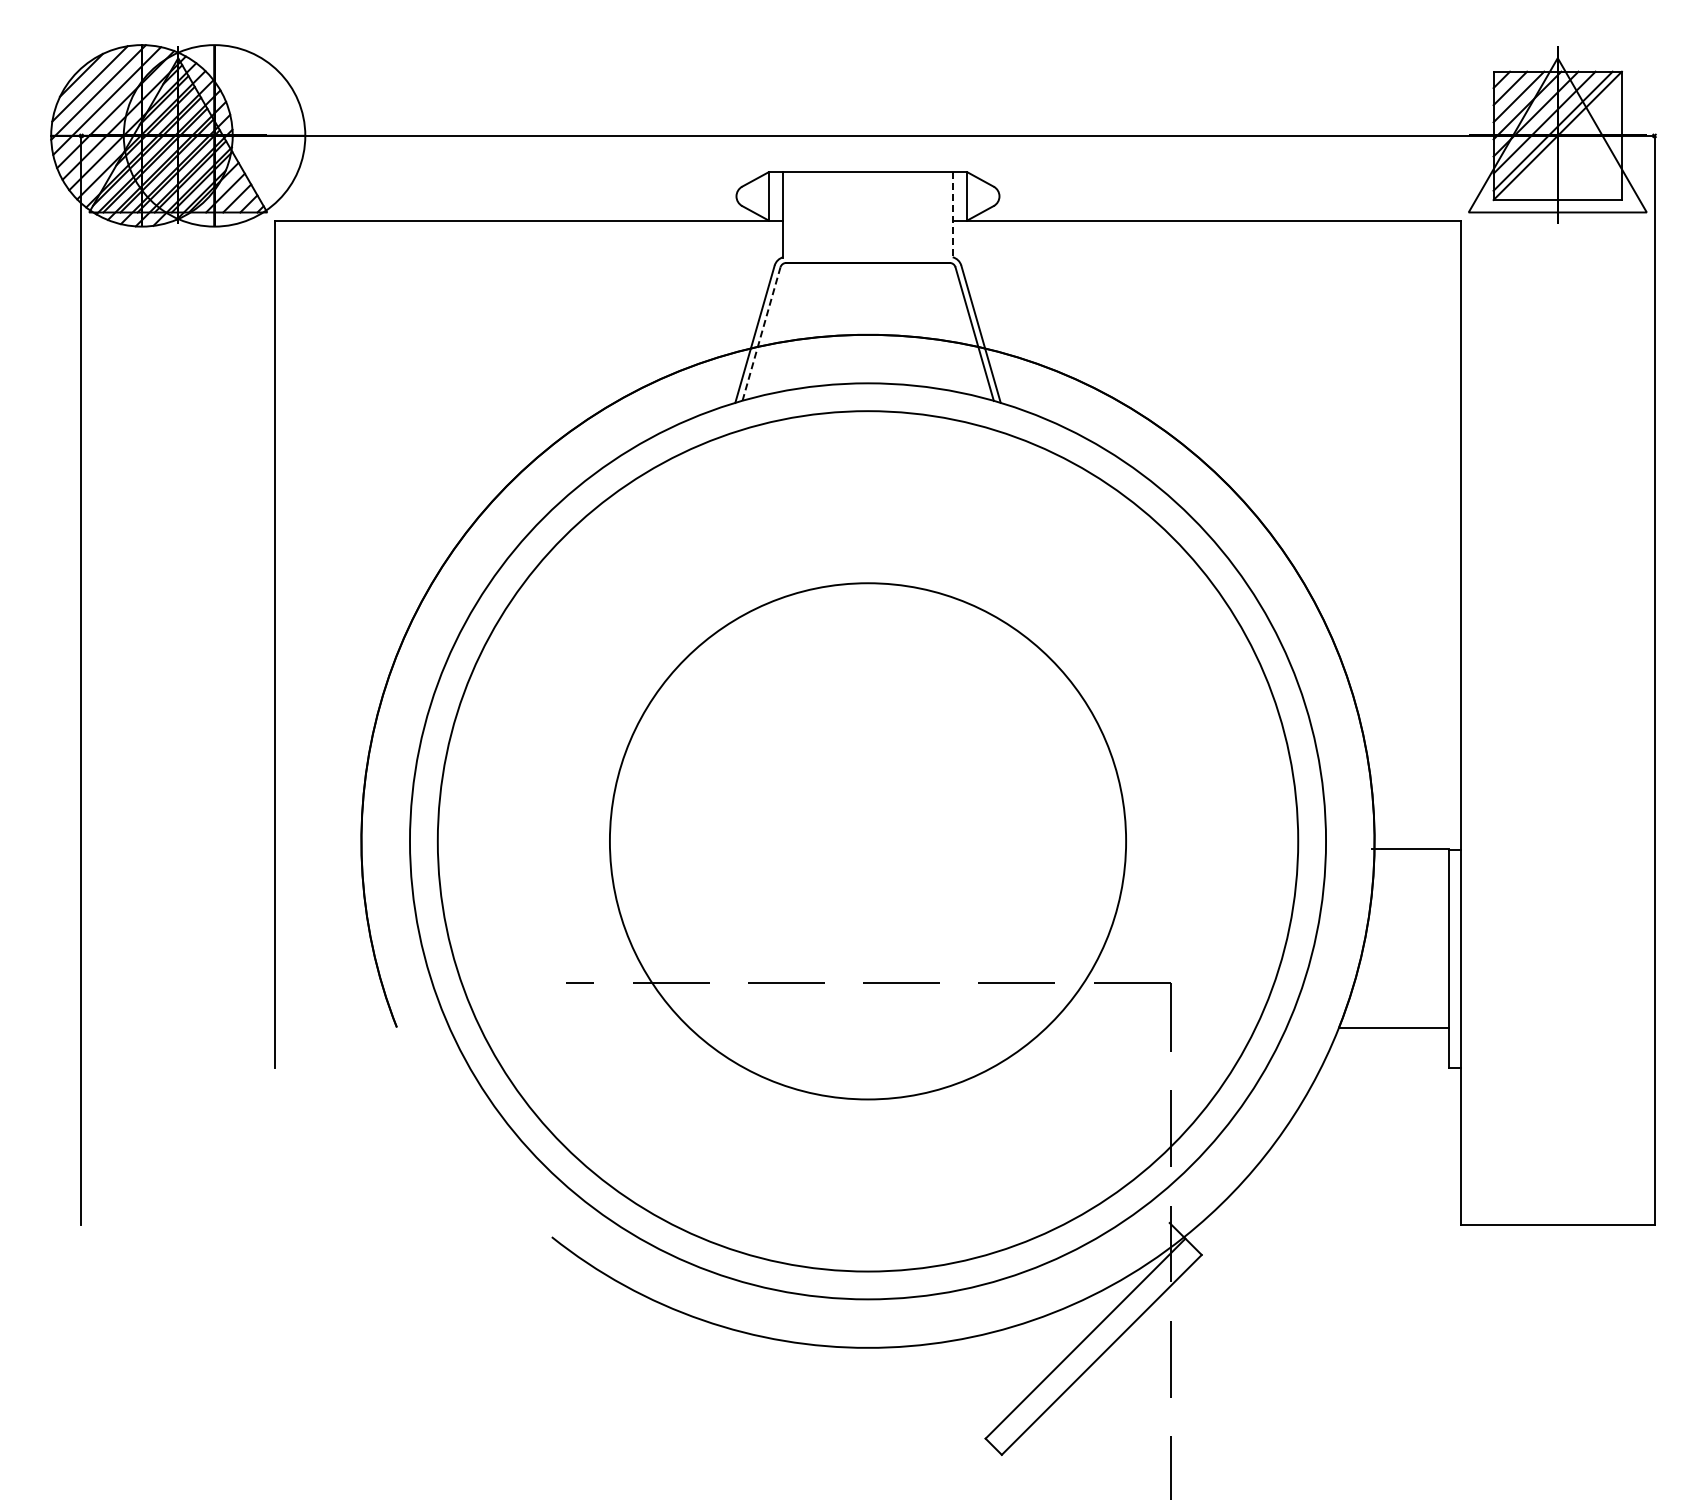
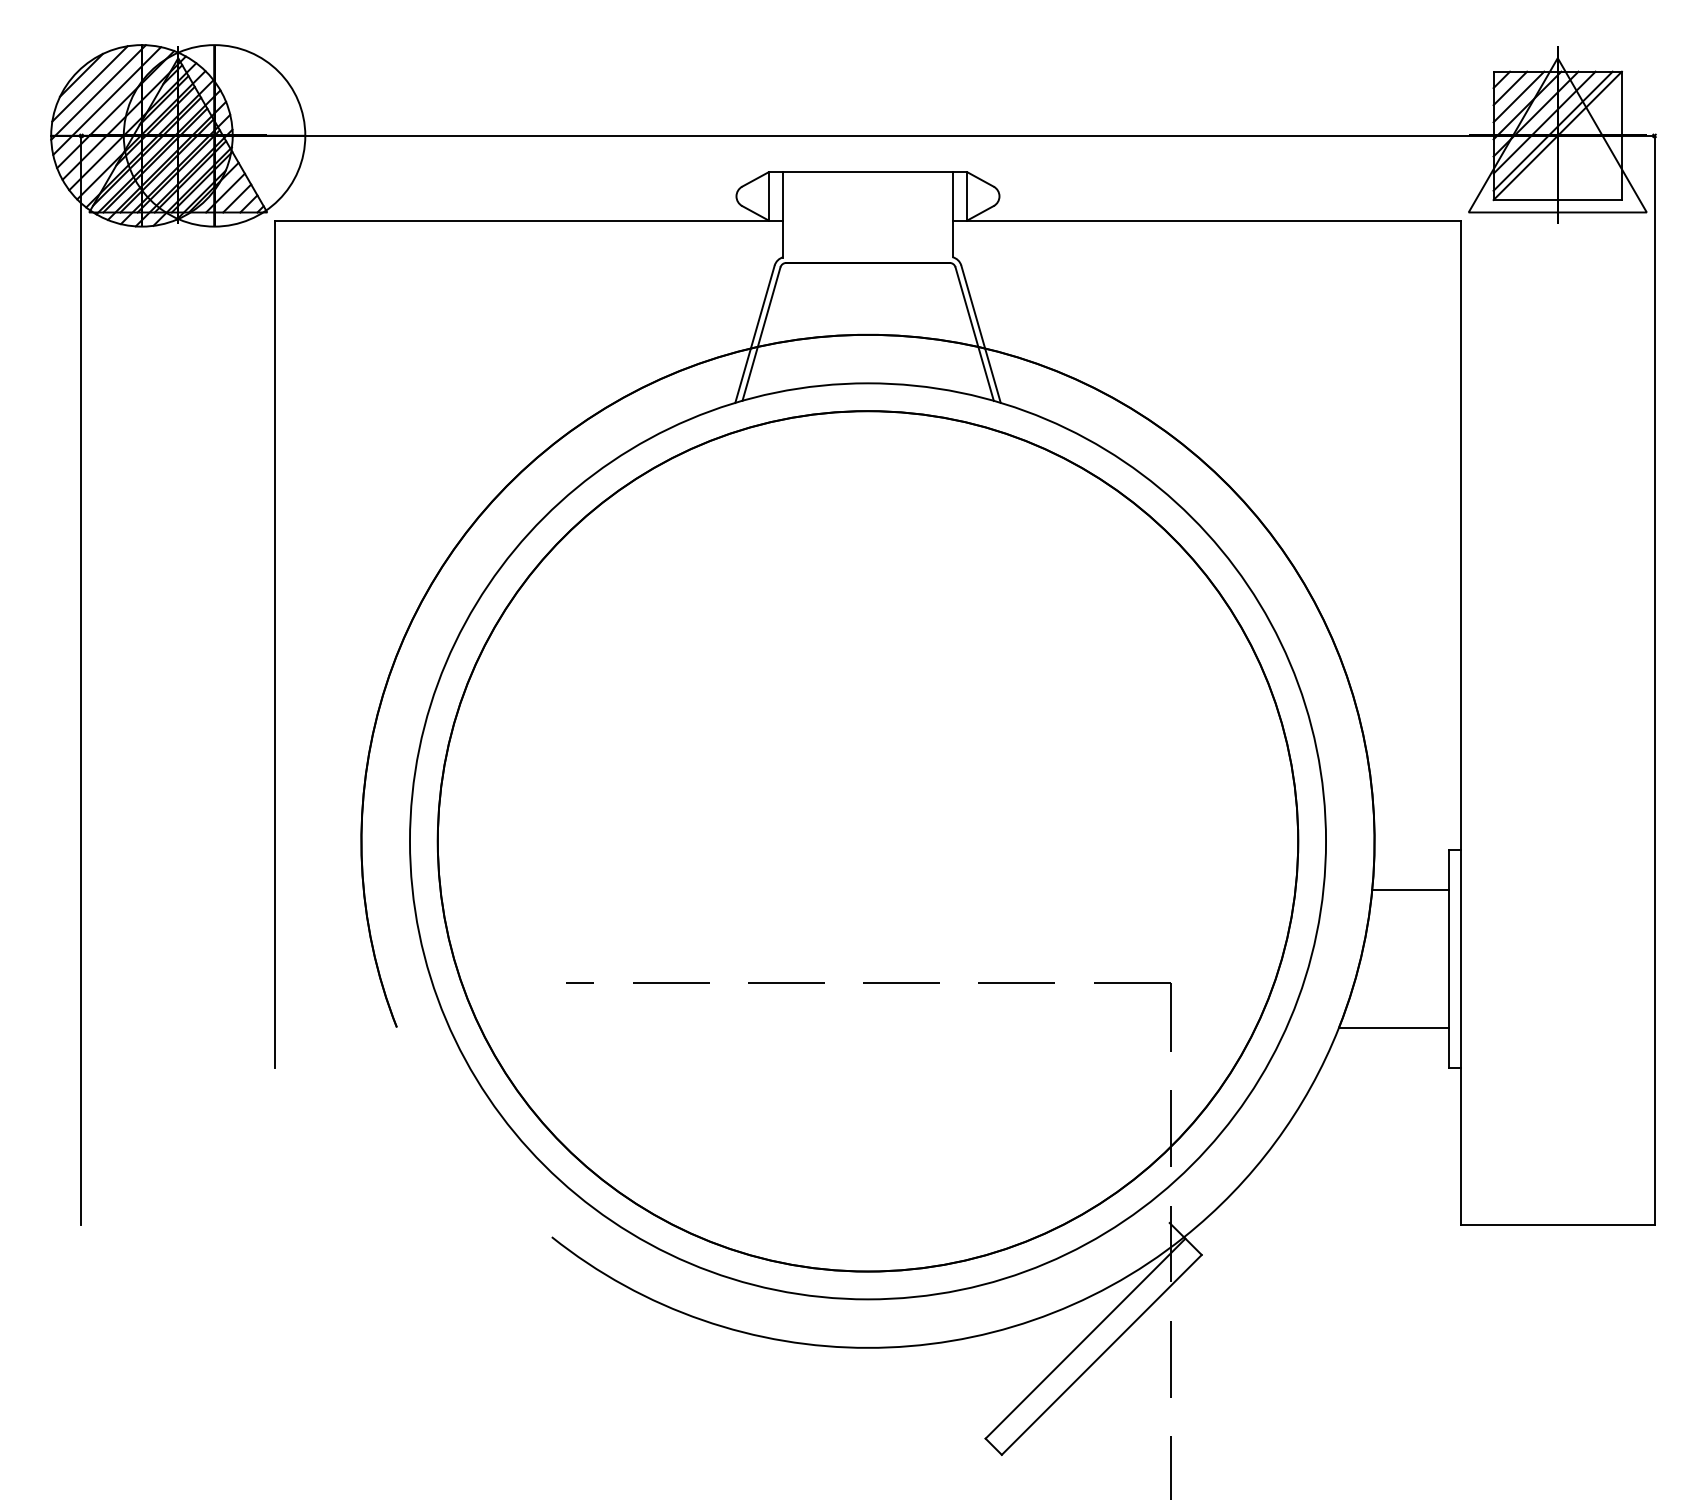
line at (952, 214): dashed -> solid
line at (761, 333): dashed -> solid
circle at (867, 841) diameter: 516 px -> 860 px
line at (1410, 848) position: (1410, 848) -> (1410, 889)
